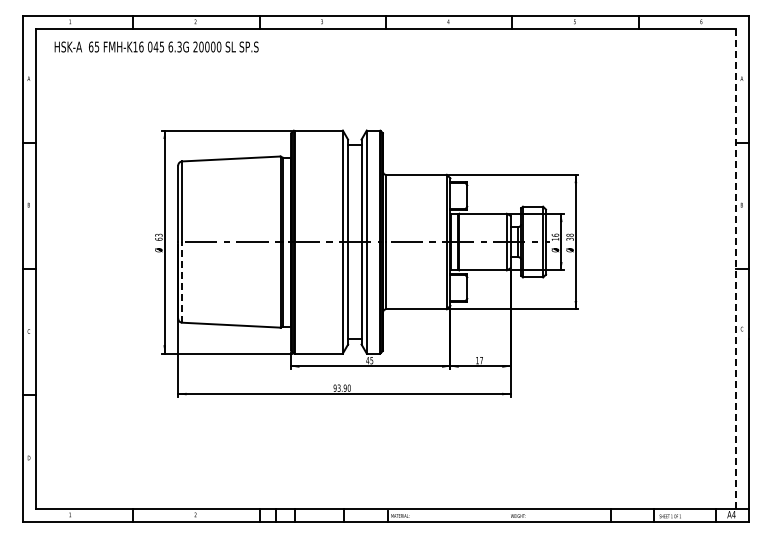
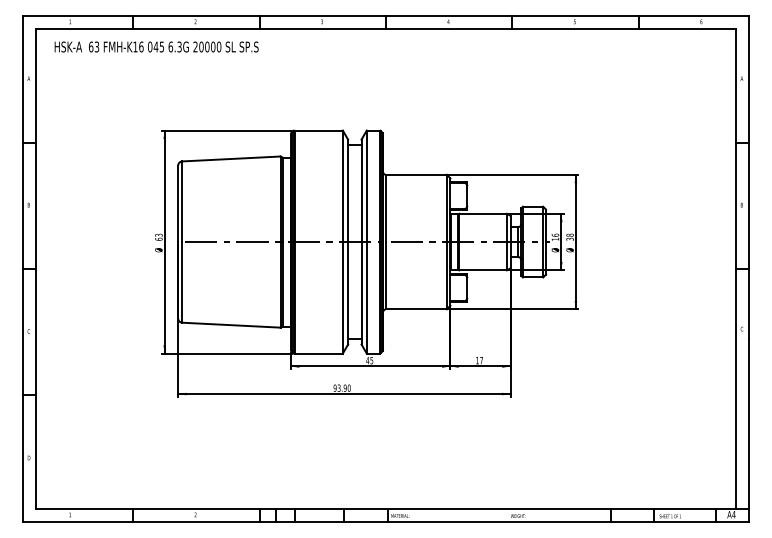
text at (96, 46): 65 -> 63
line at (736, 268): dashed -> solid
line at (182, 281): dashed -> solid
